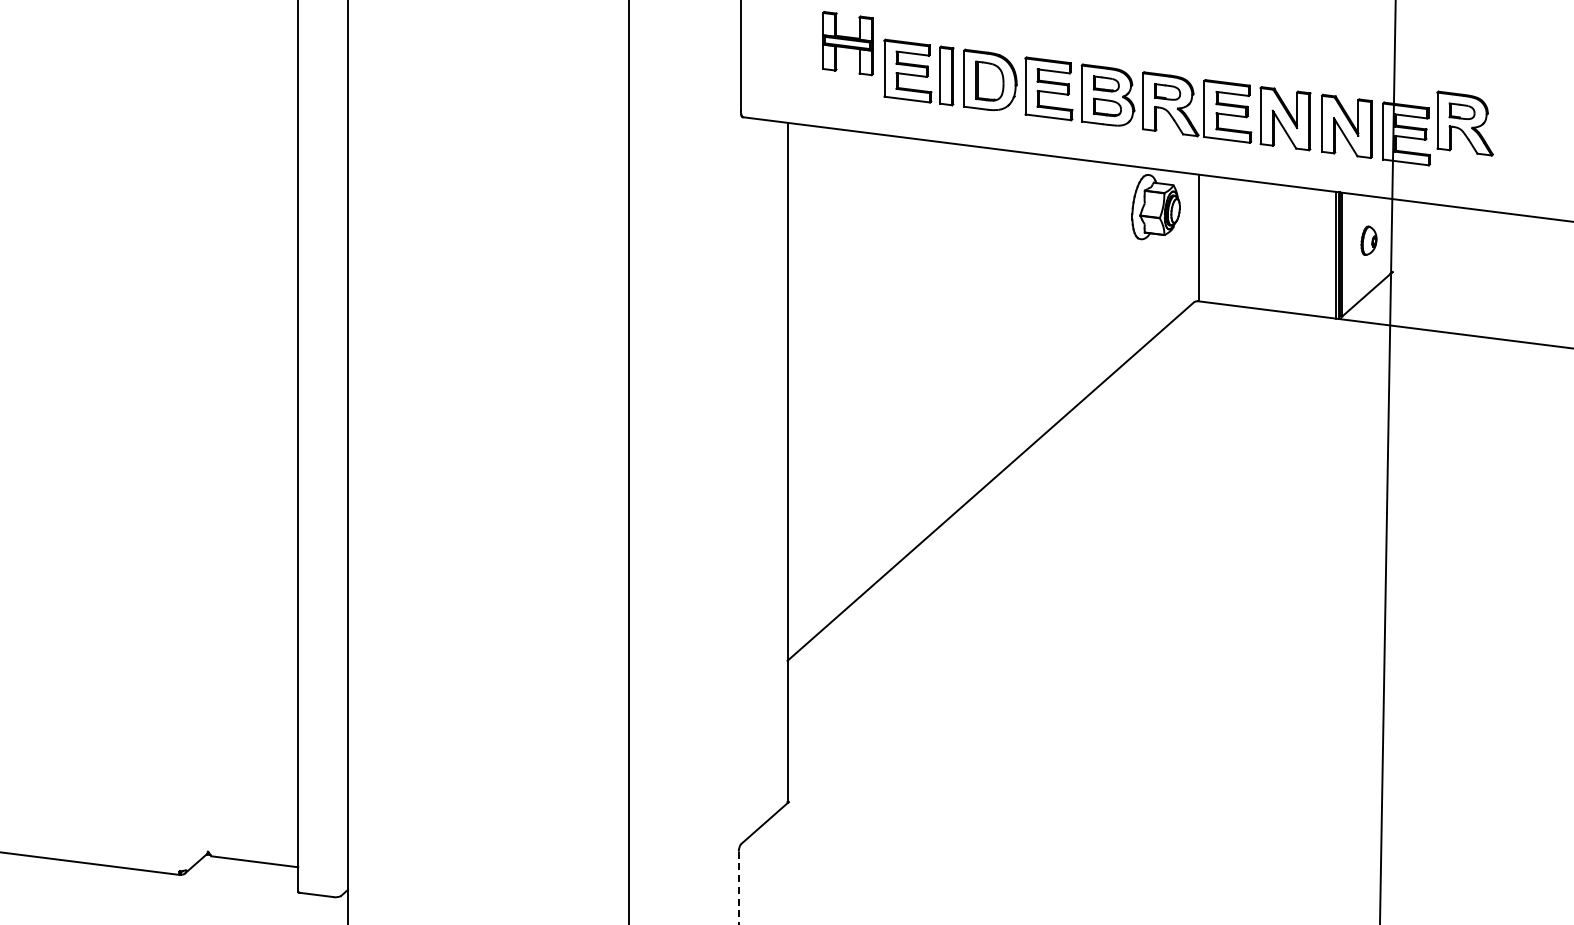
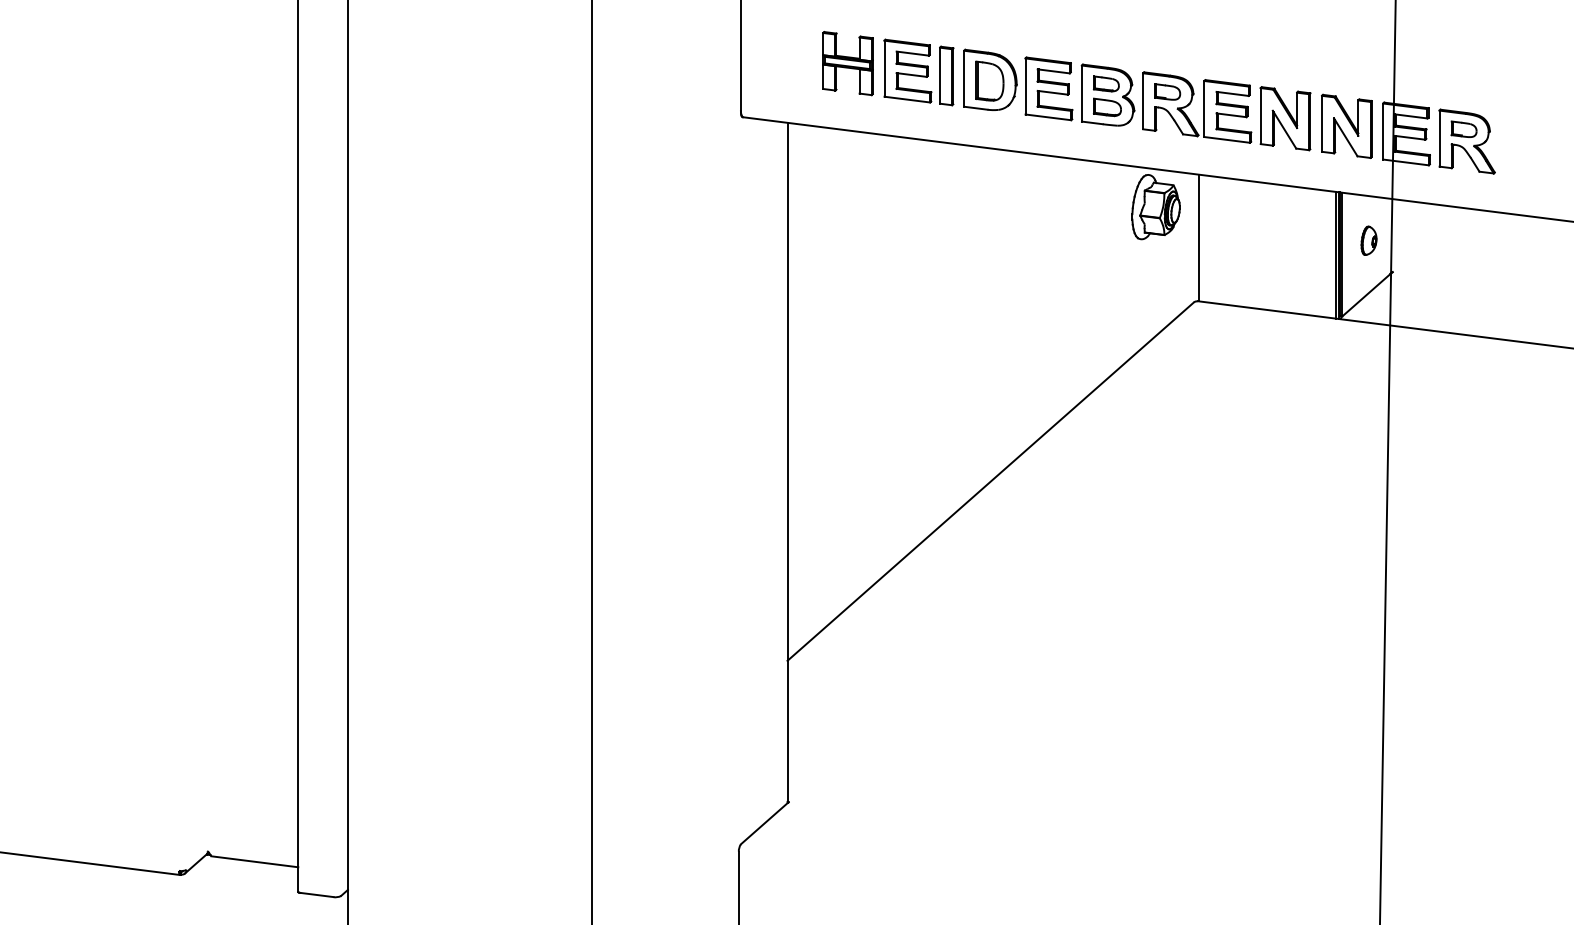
part at (847, 43) position: (847, 43) -> (847, 63)
part at (1464, 123) position: (1464, 123) -> (1466, 141)
line at (628, 461) position: (628, 461) -> (591, 461)
line at (738, 888): dashed -> solid
